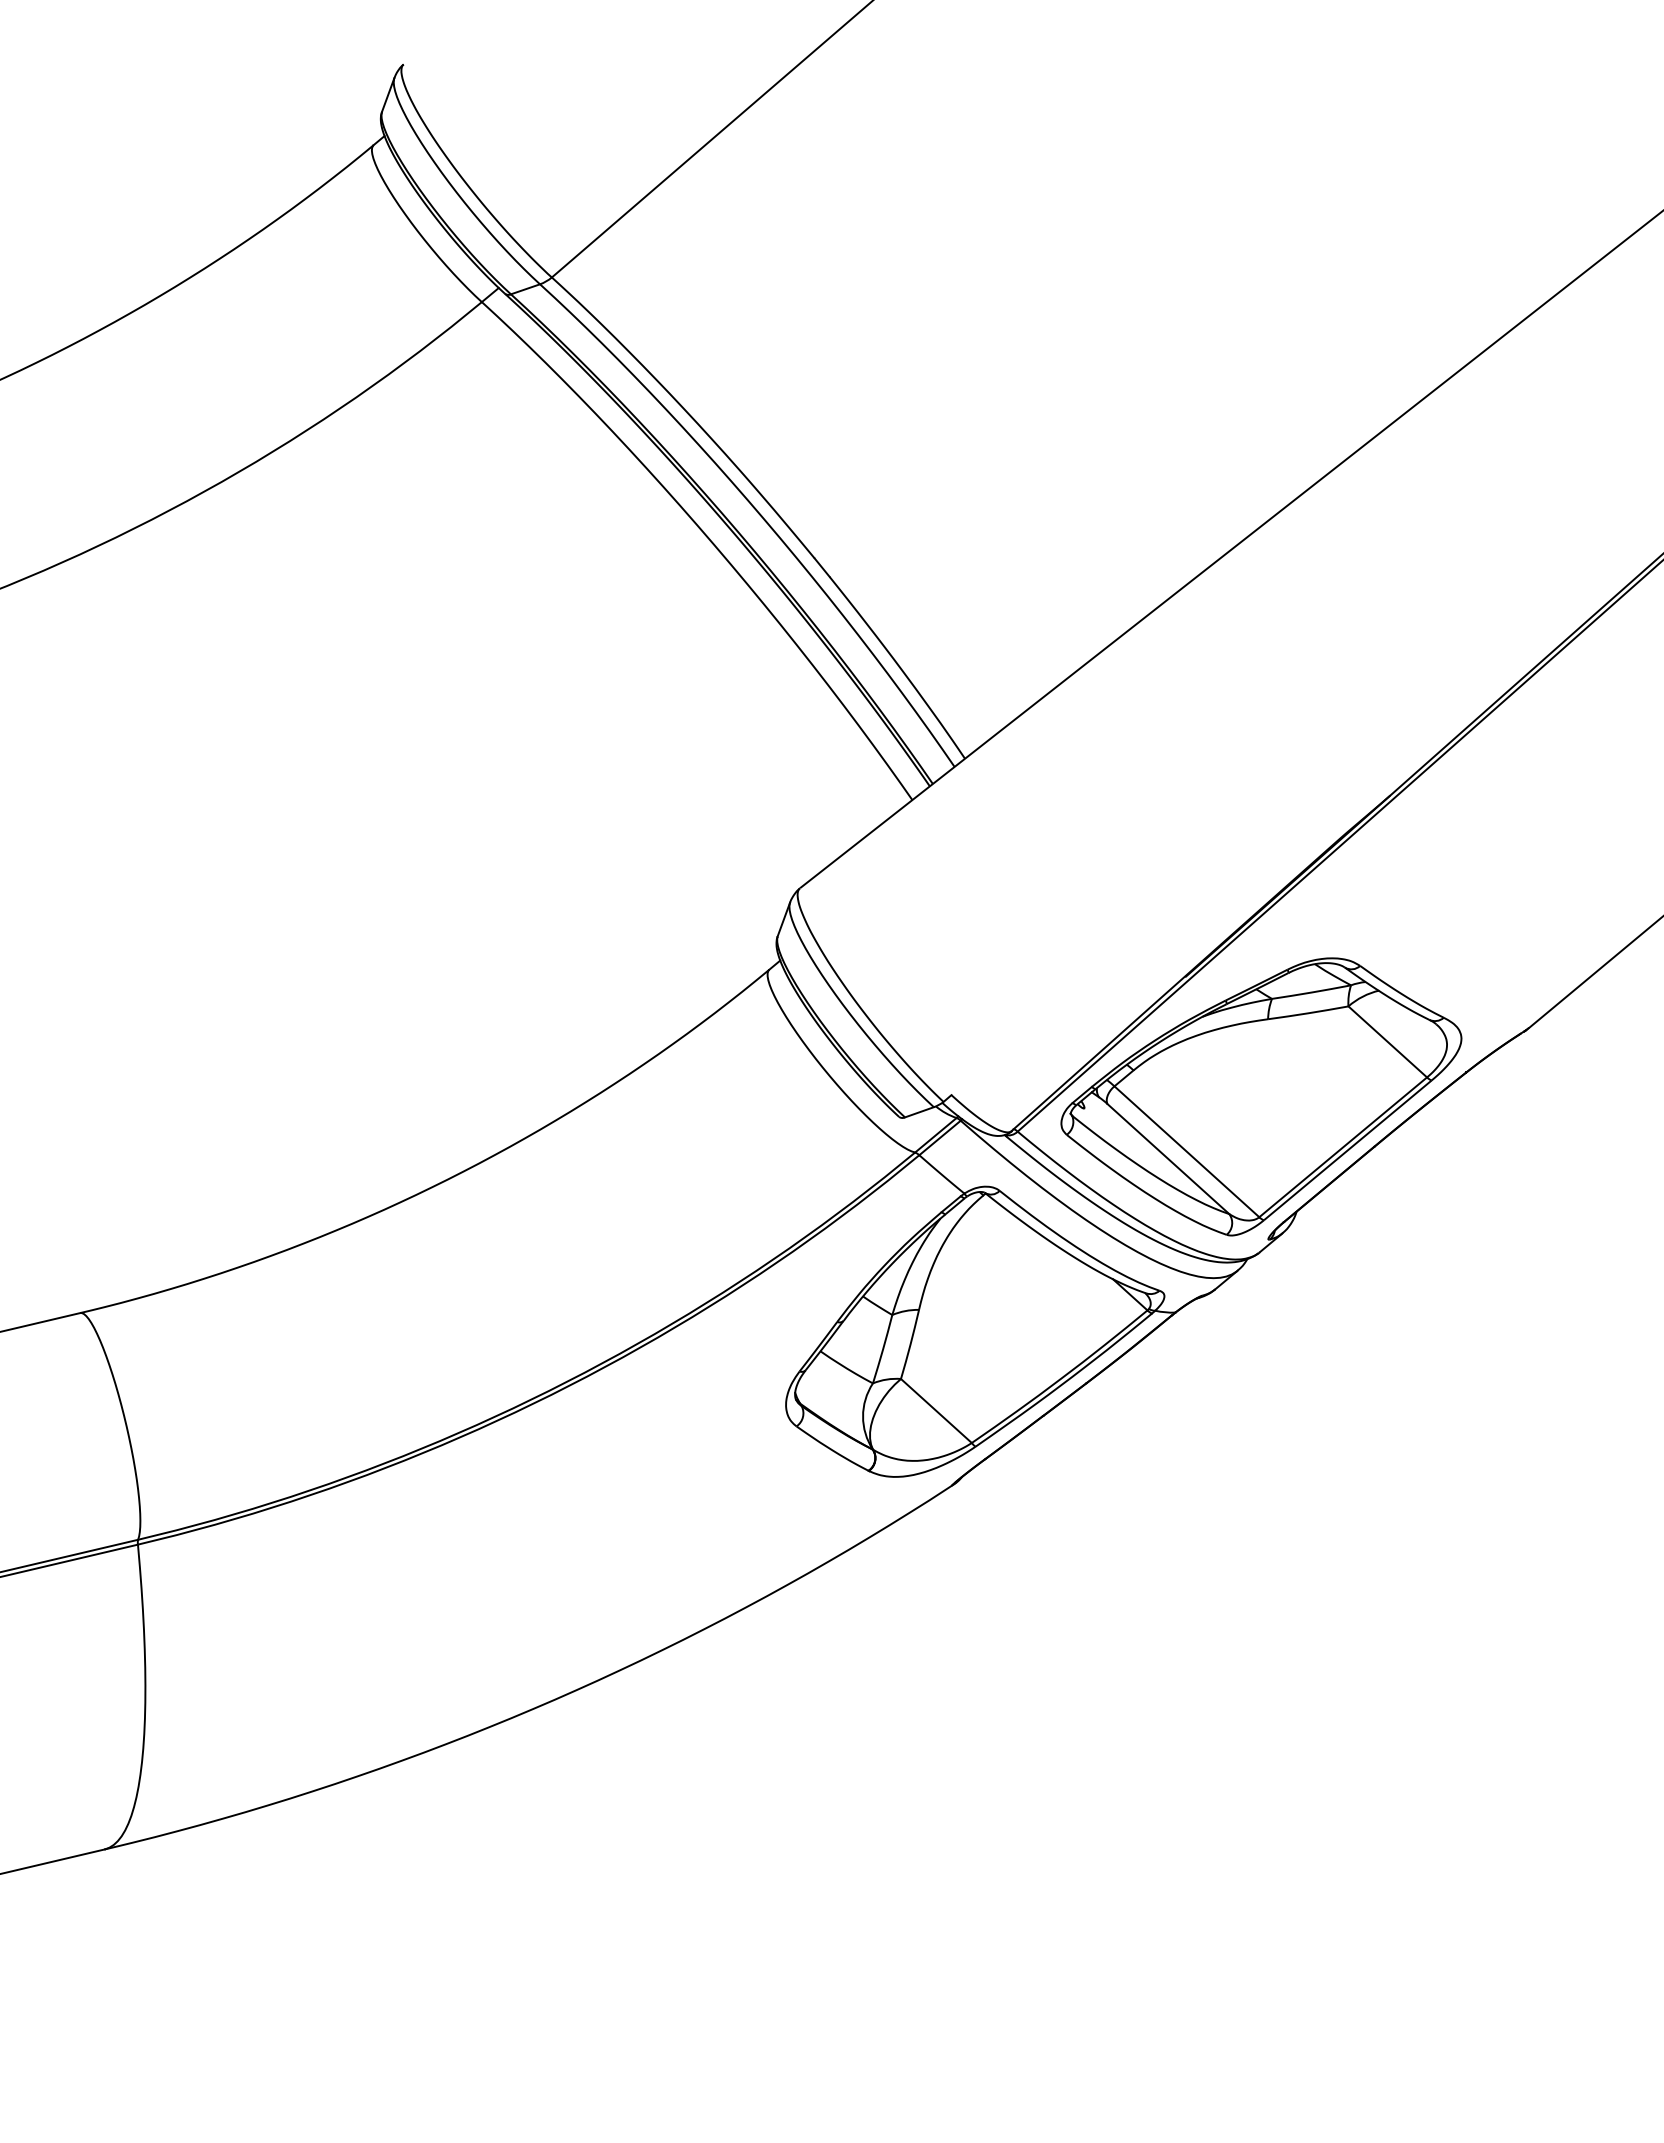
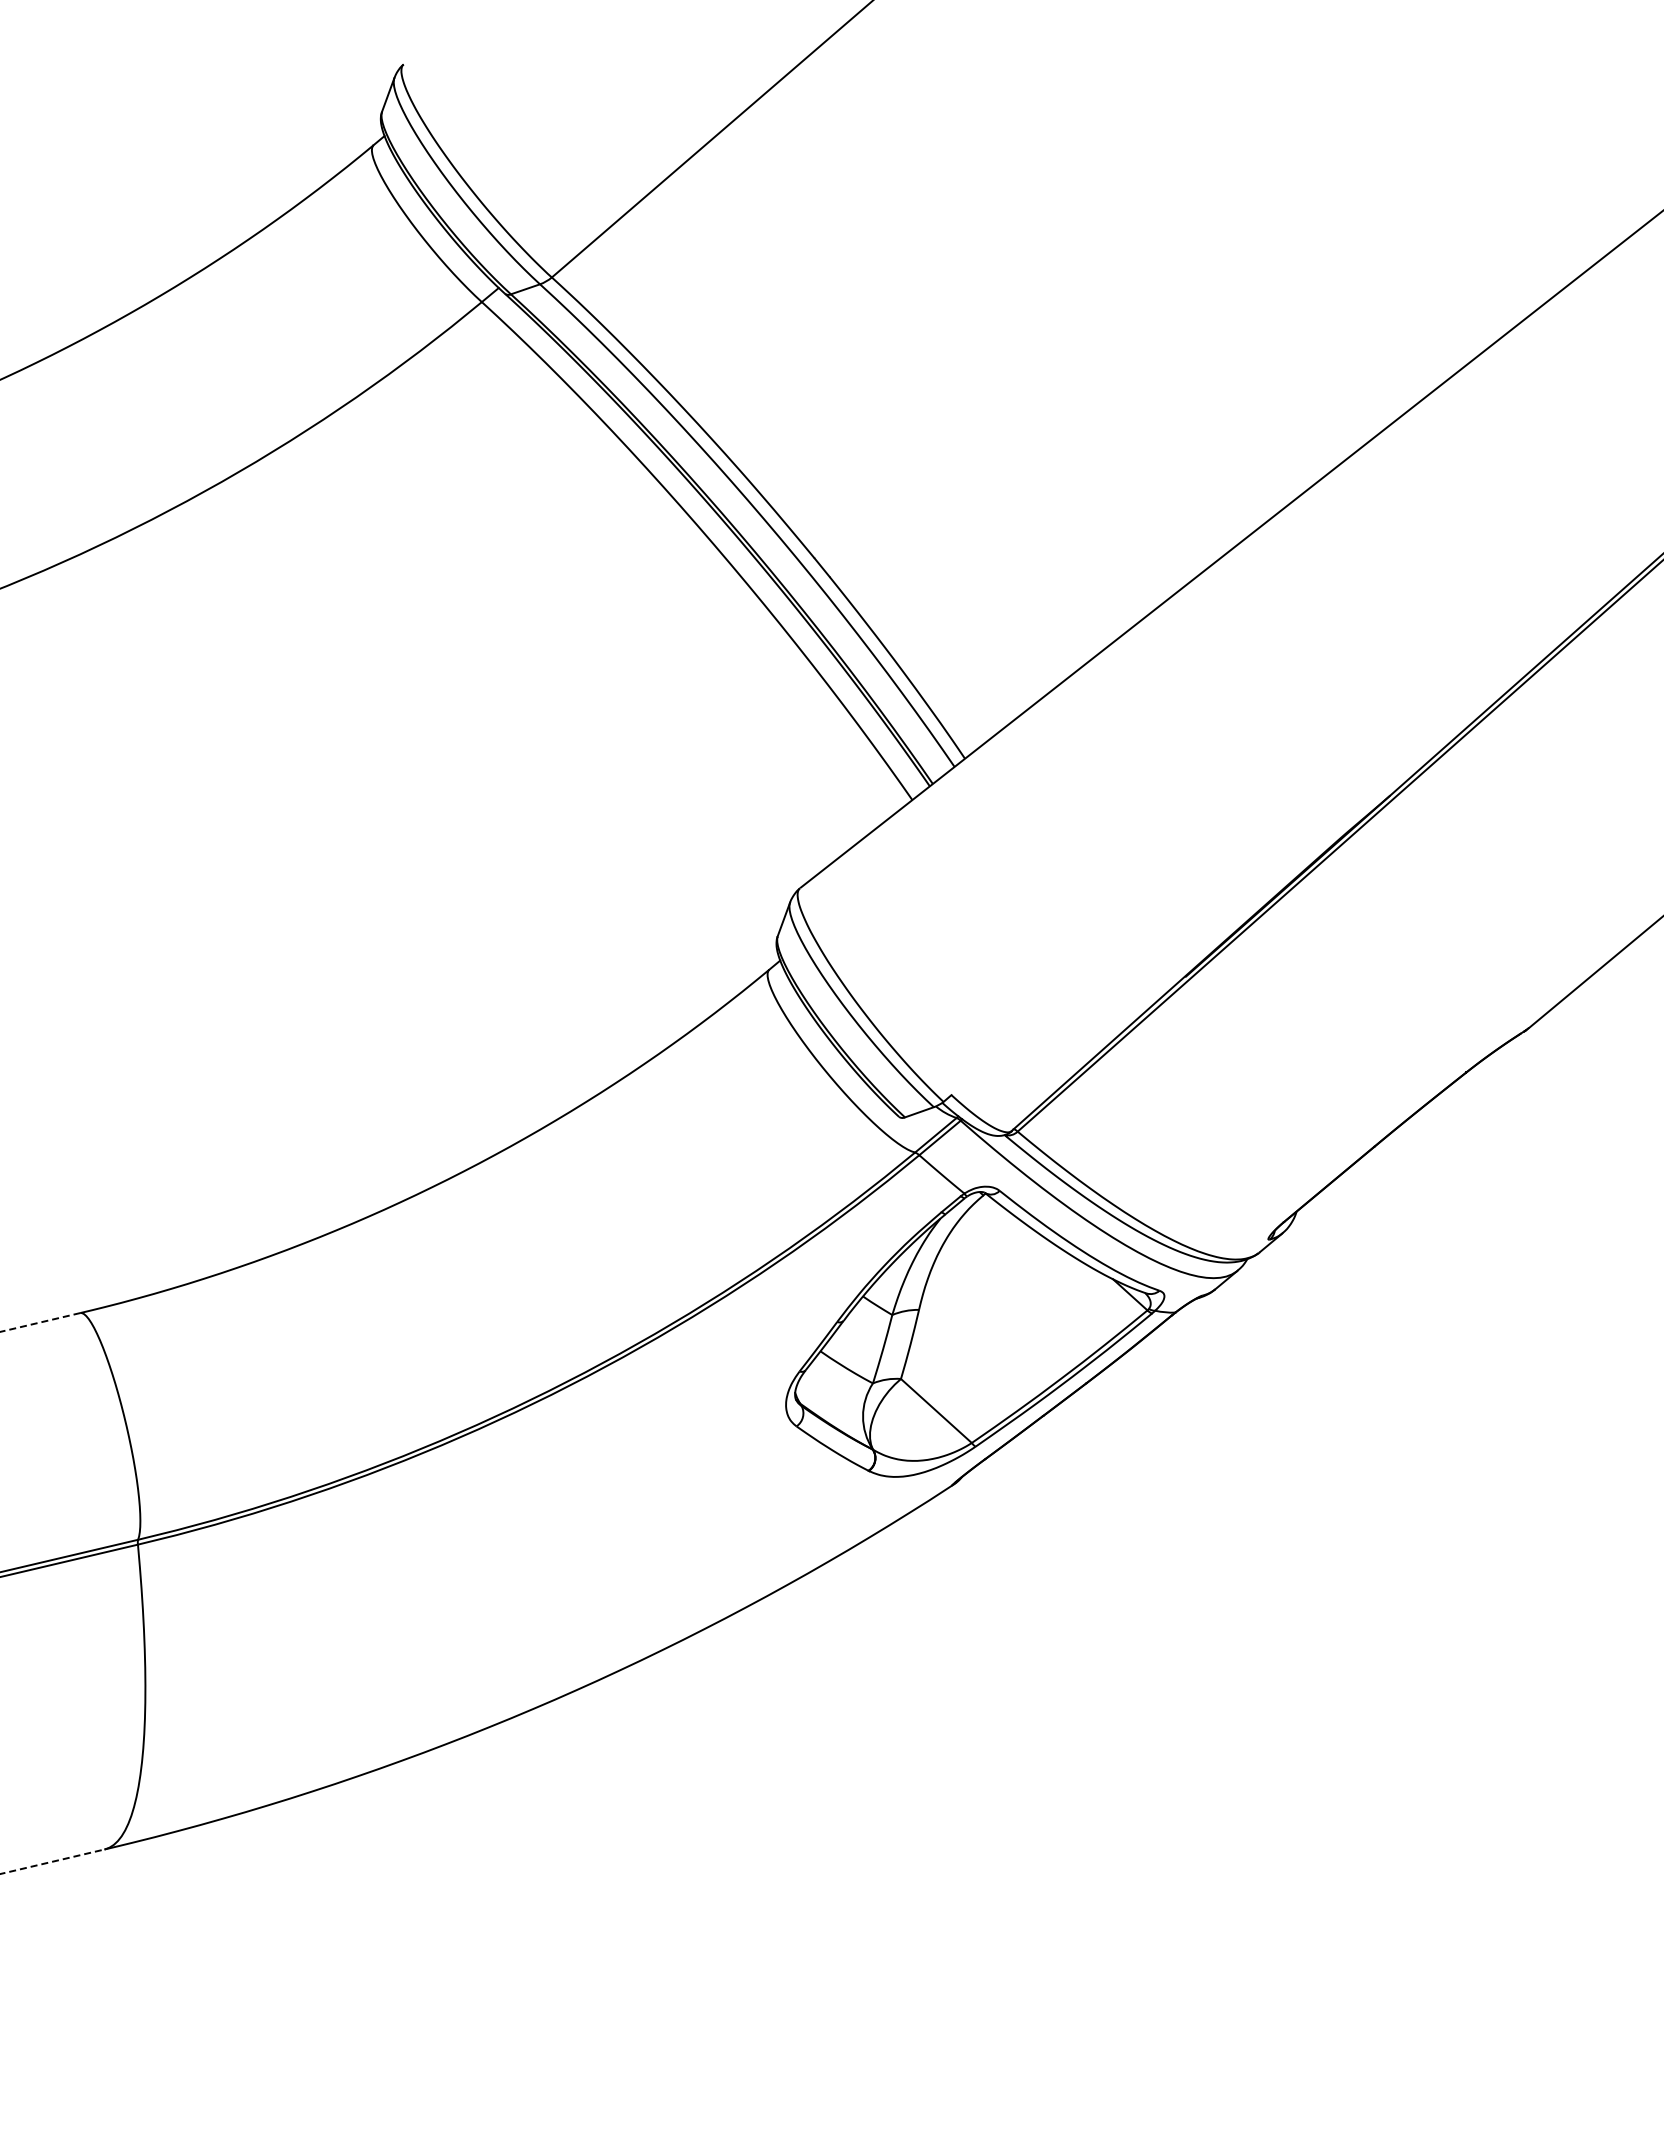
part at (1261, 1096): present -> none
line at (40, 1322): solid -> dashed
line at (52, 1861): solid -> dashed
